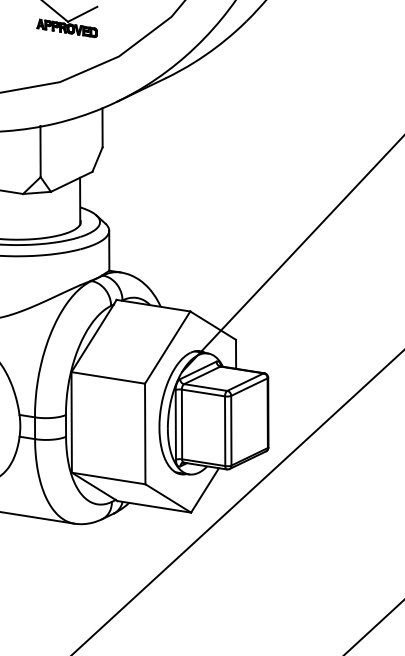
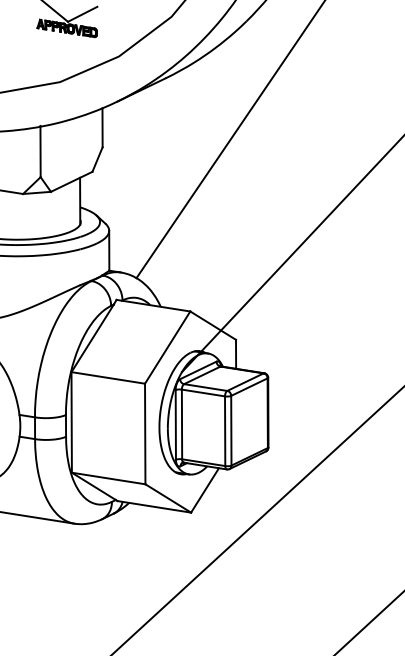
line at (229, 140): none -> present
line at (237, 502) position: (237, 502) -> (257, 520)
line at (373, 627) position: (373, 627) -> (369, 622)
